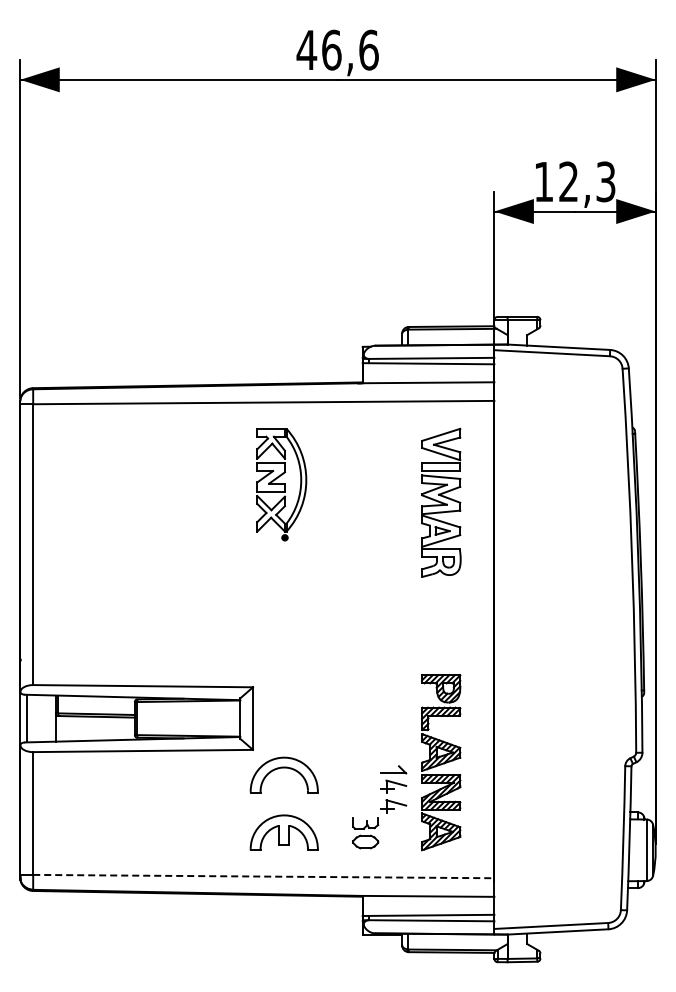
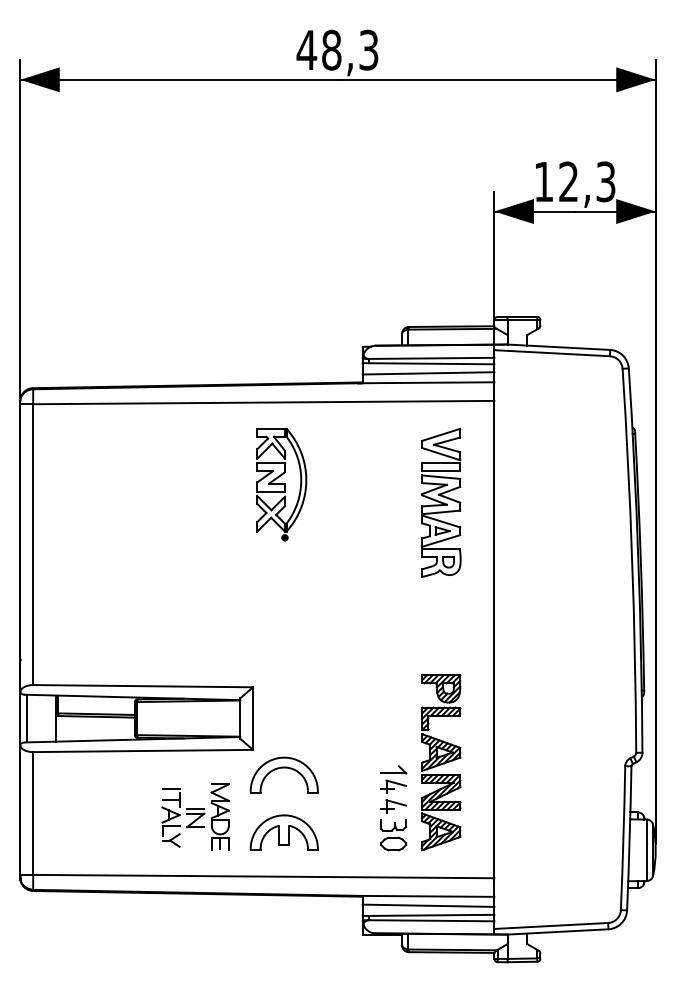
text at (350, 49): 46,6 -> 48,3
line at (428, 373): none -> present
part at (195, 816): none -> present
part at (365, 833) position: (365, 833) -> (393, 835)
line at (263, 876): dashed -> solid
line at (428, 905): none -> present
